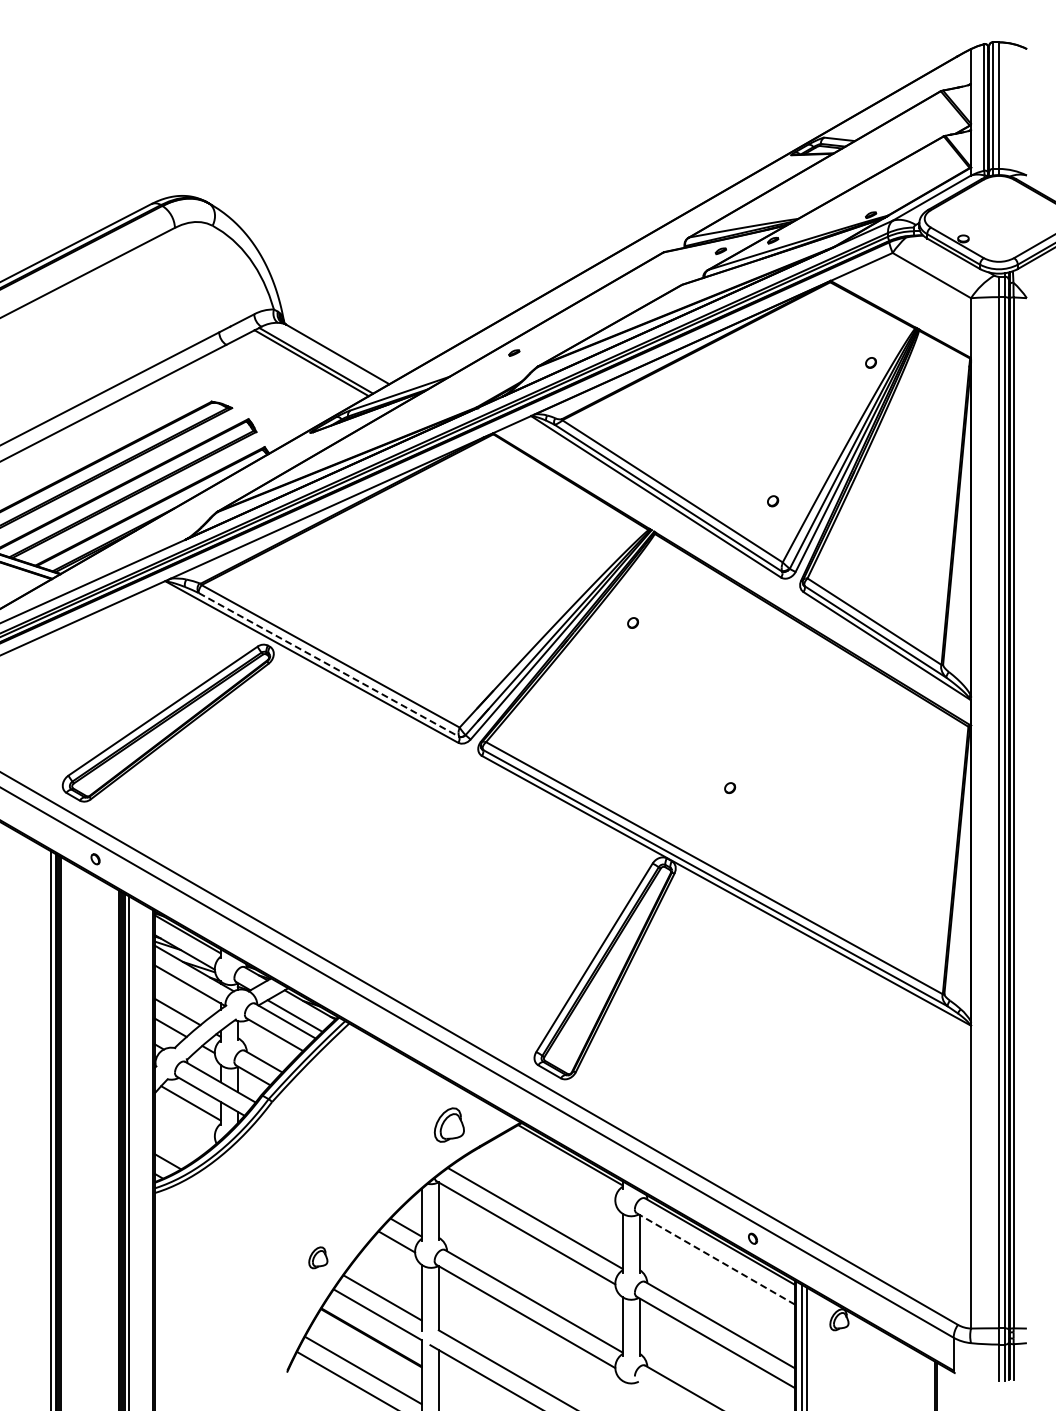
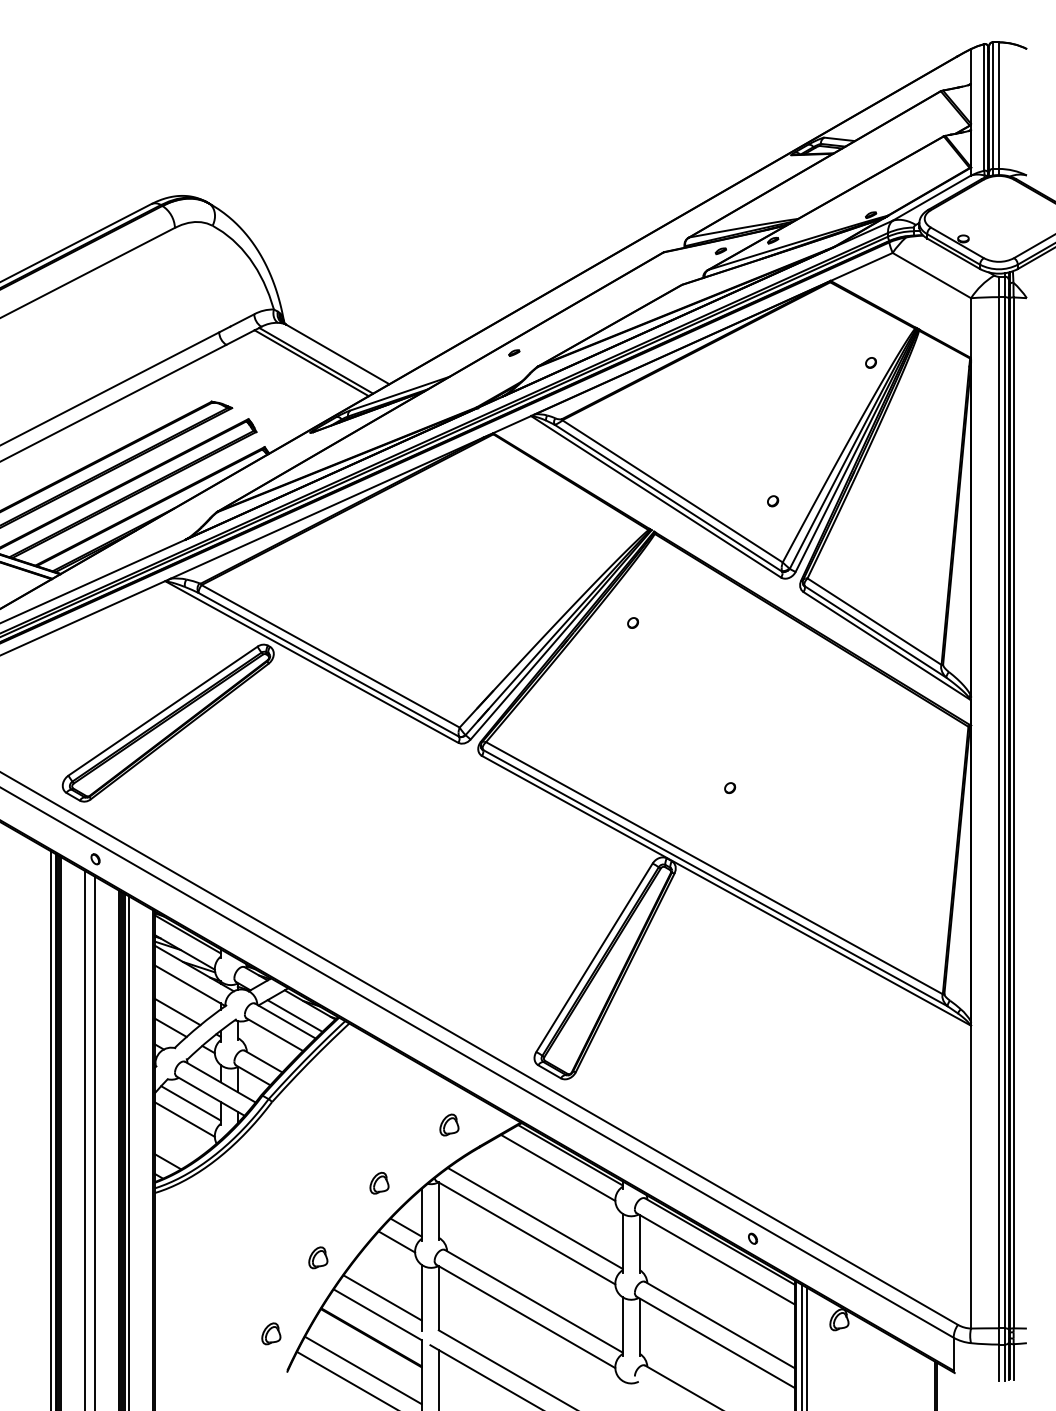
line at (328, 664): dashed -> solid
line at (184, 1119): none -> present
part at (448, 1124) size: 32x36 px -> 21x24 px
line at (84, 1138): none -> present
line at (95, 1141): none -> present
line at (558, 1167): none -> present
part at (379, 1182): none -> present
line at (715, 1258): dashed -> solid
part at (271, 1333): none -> present
